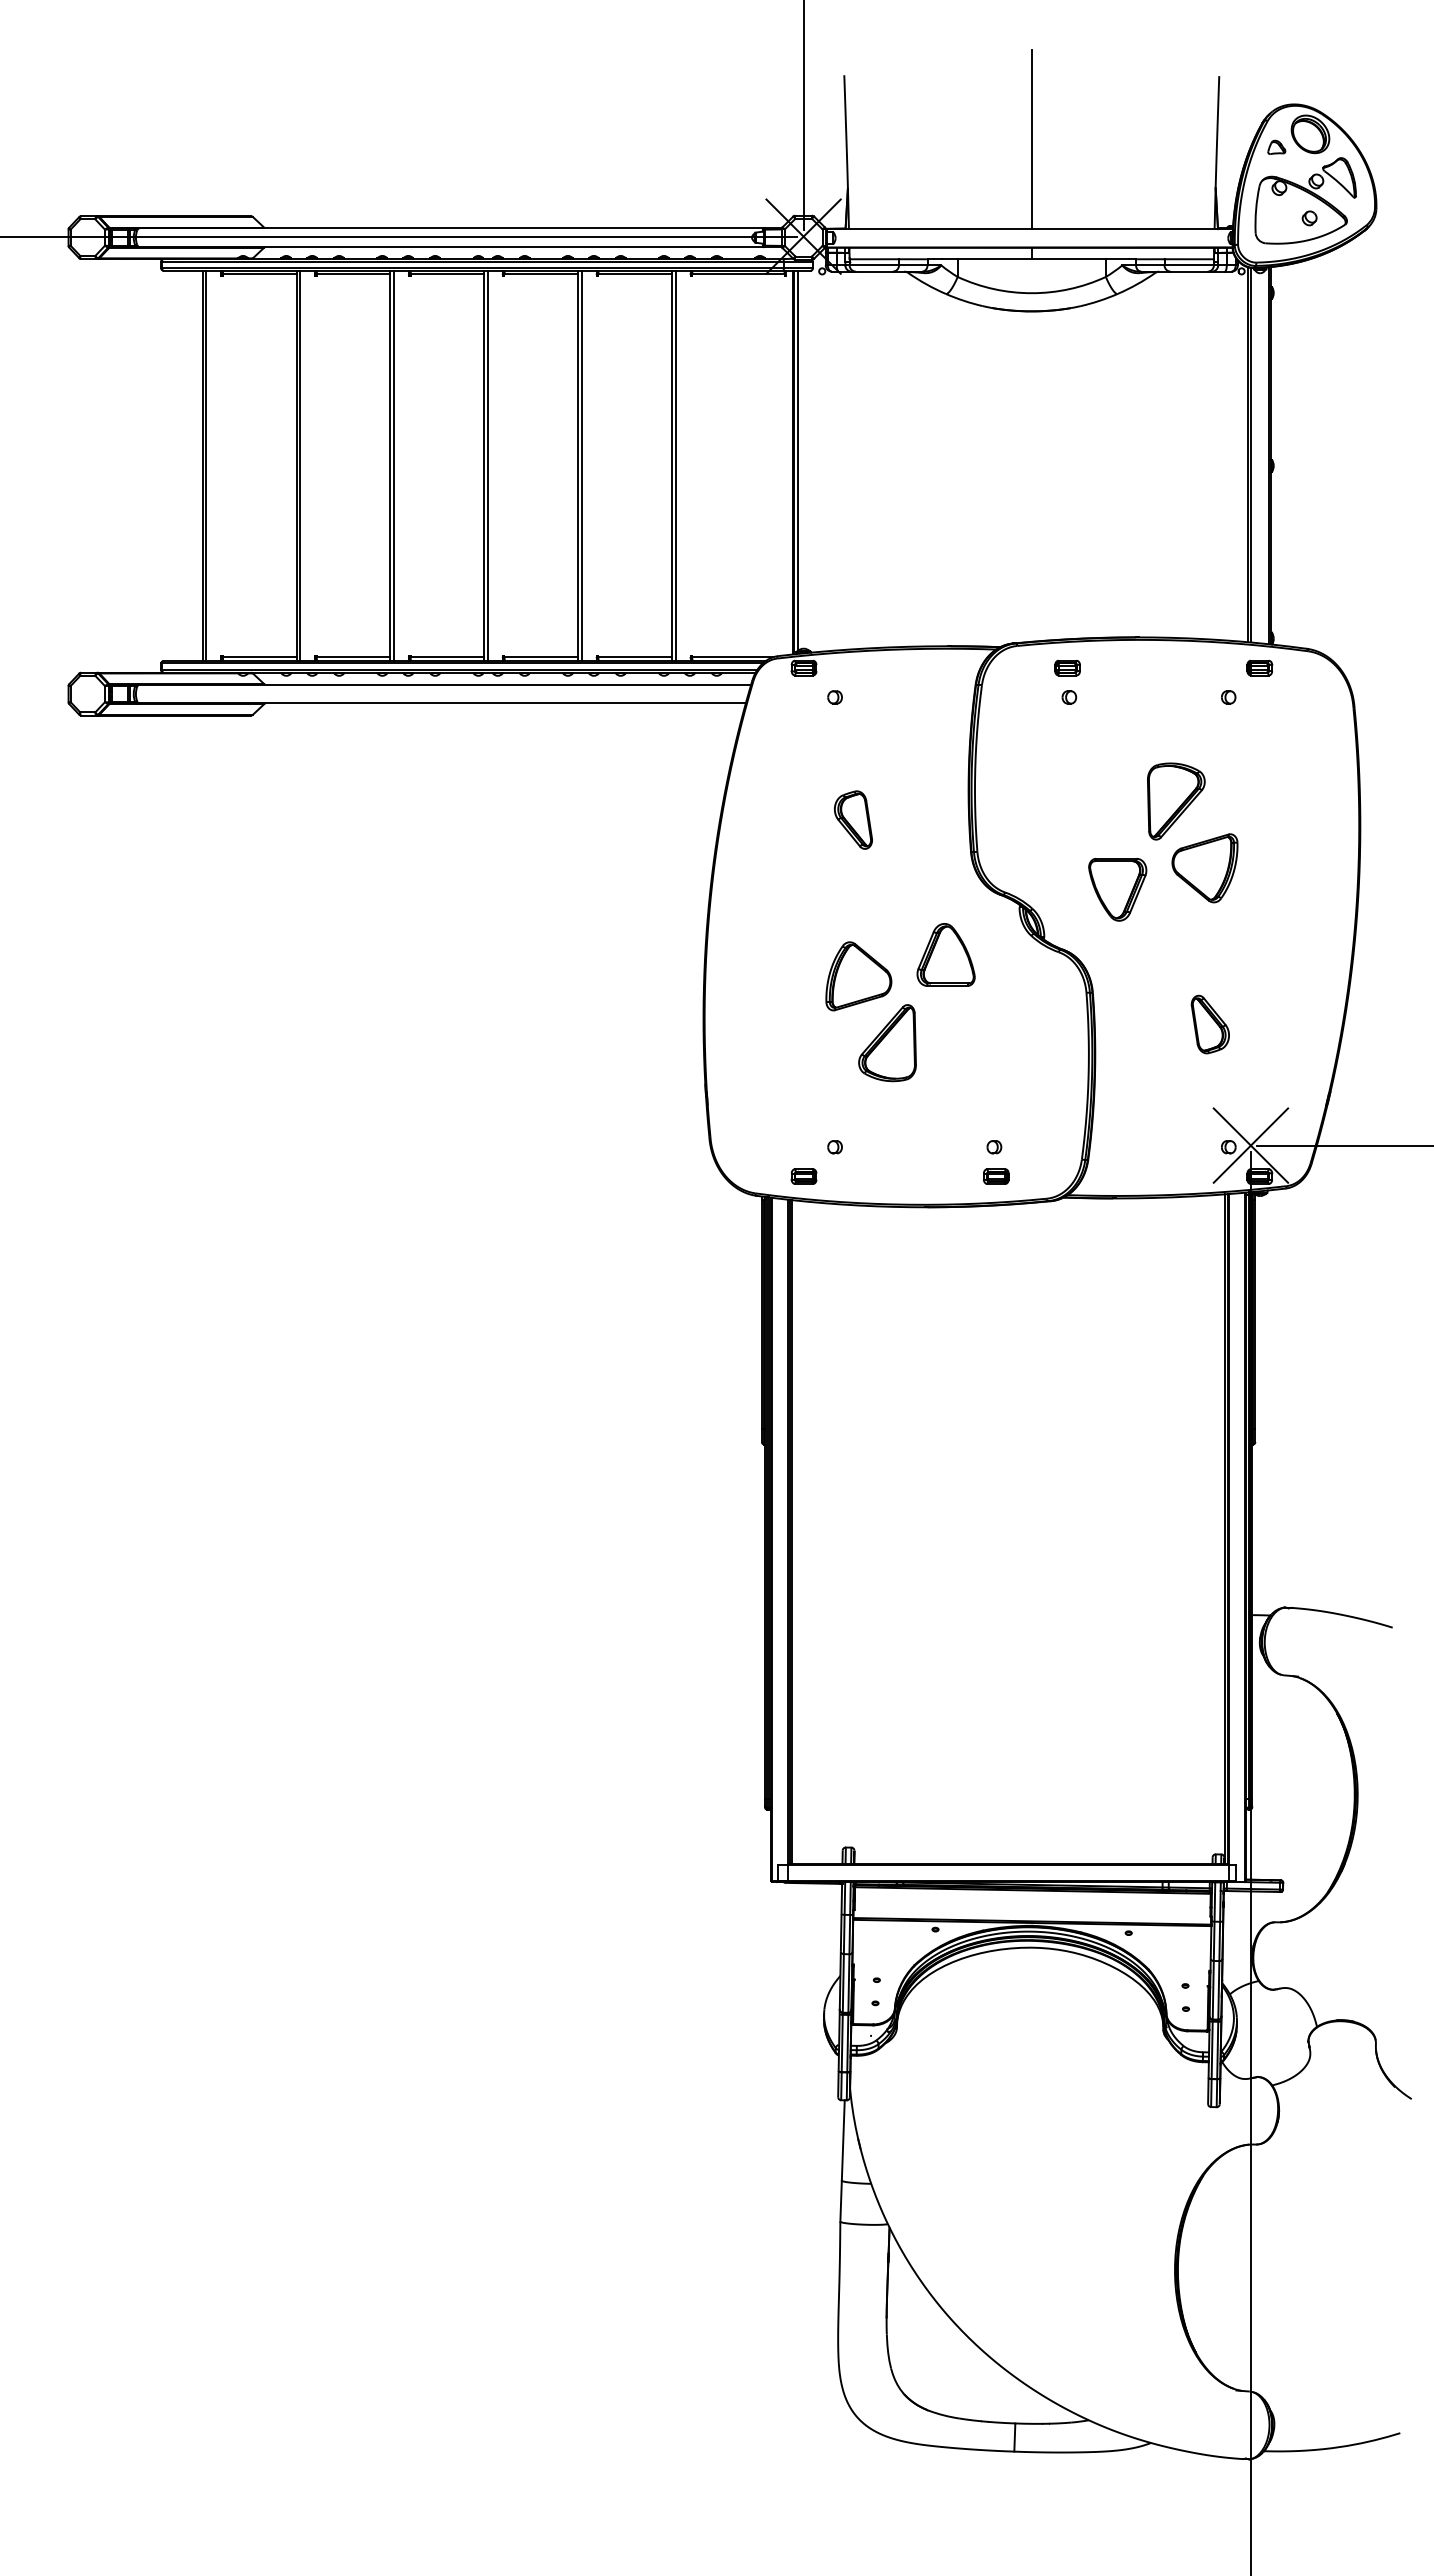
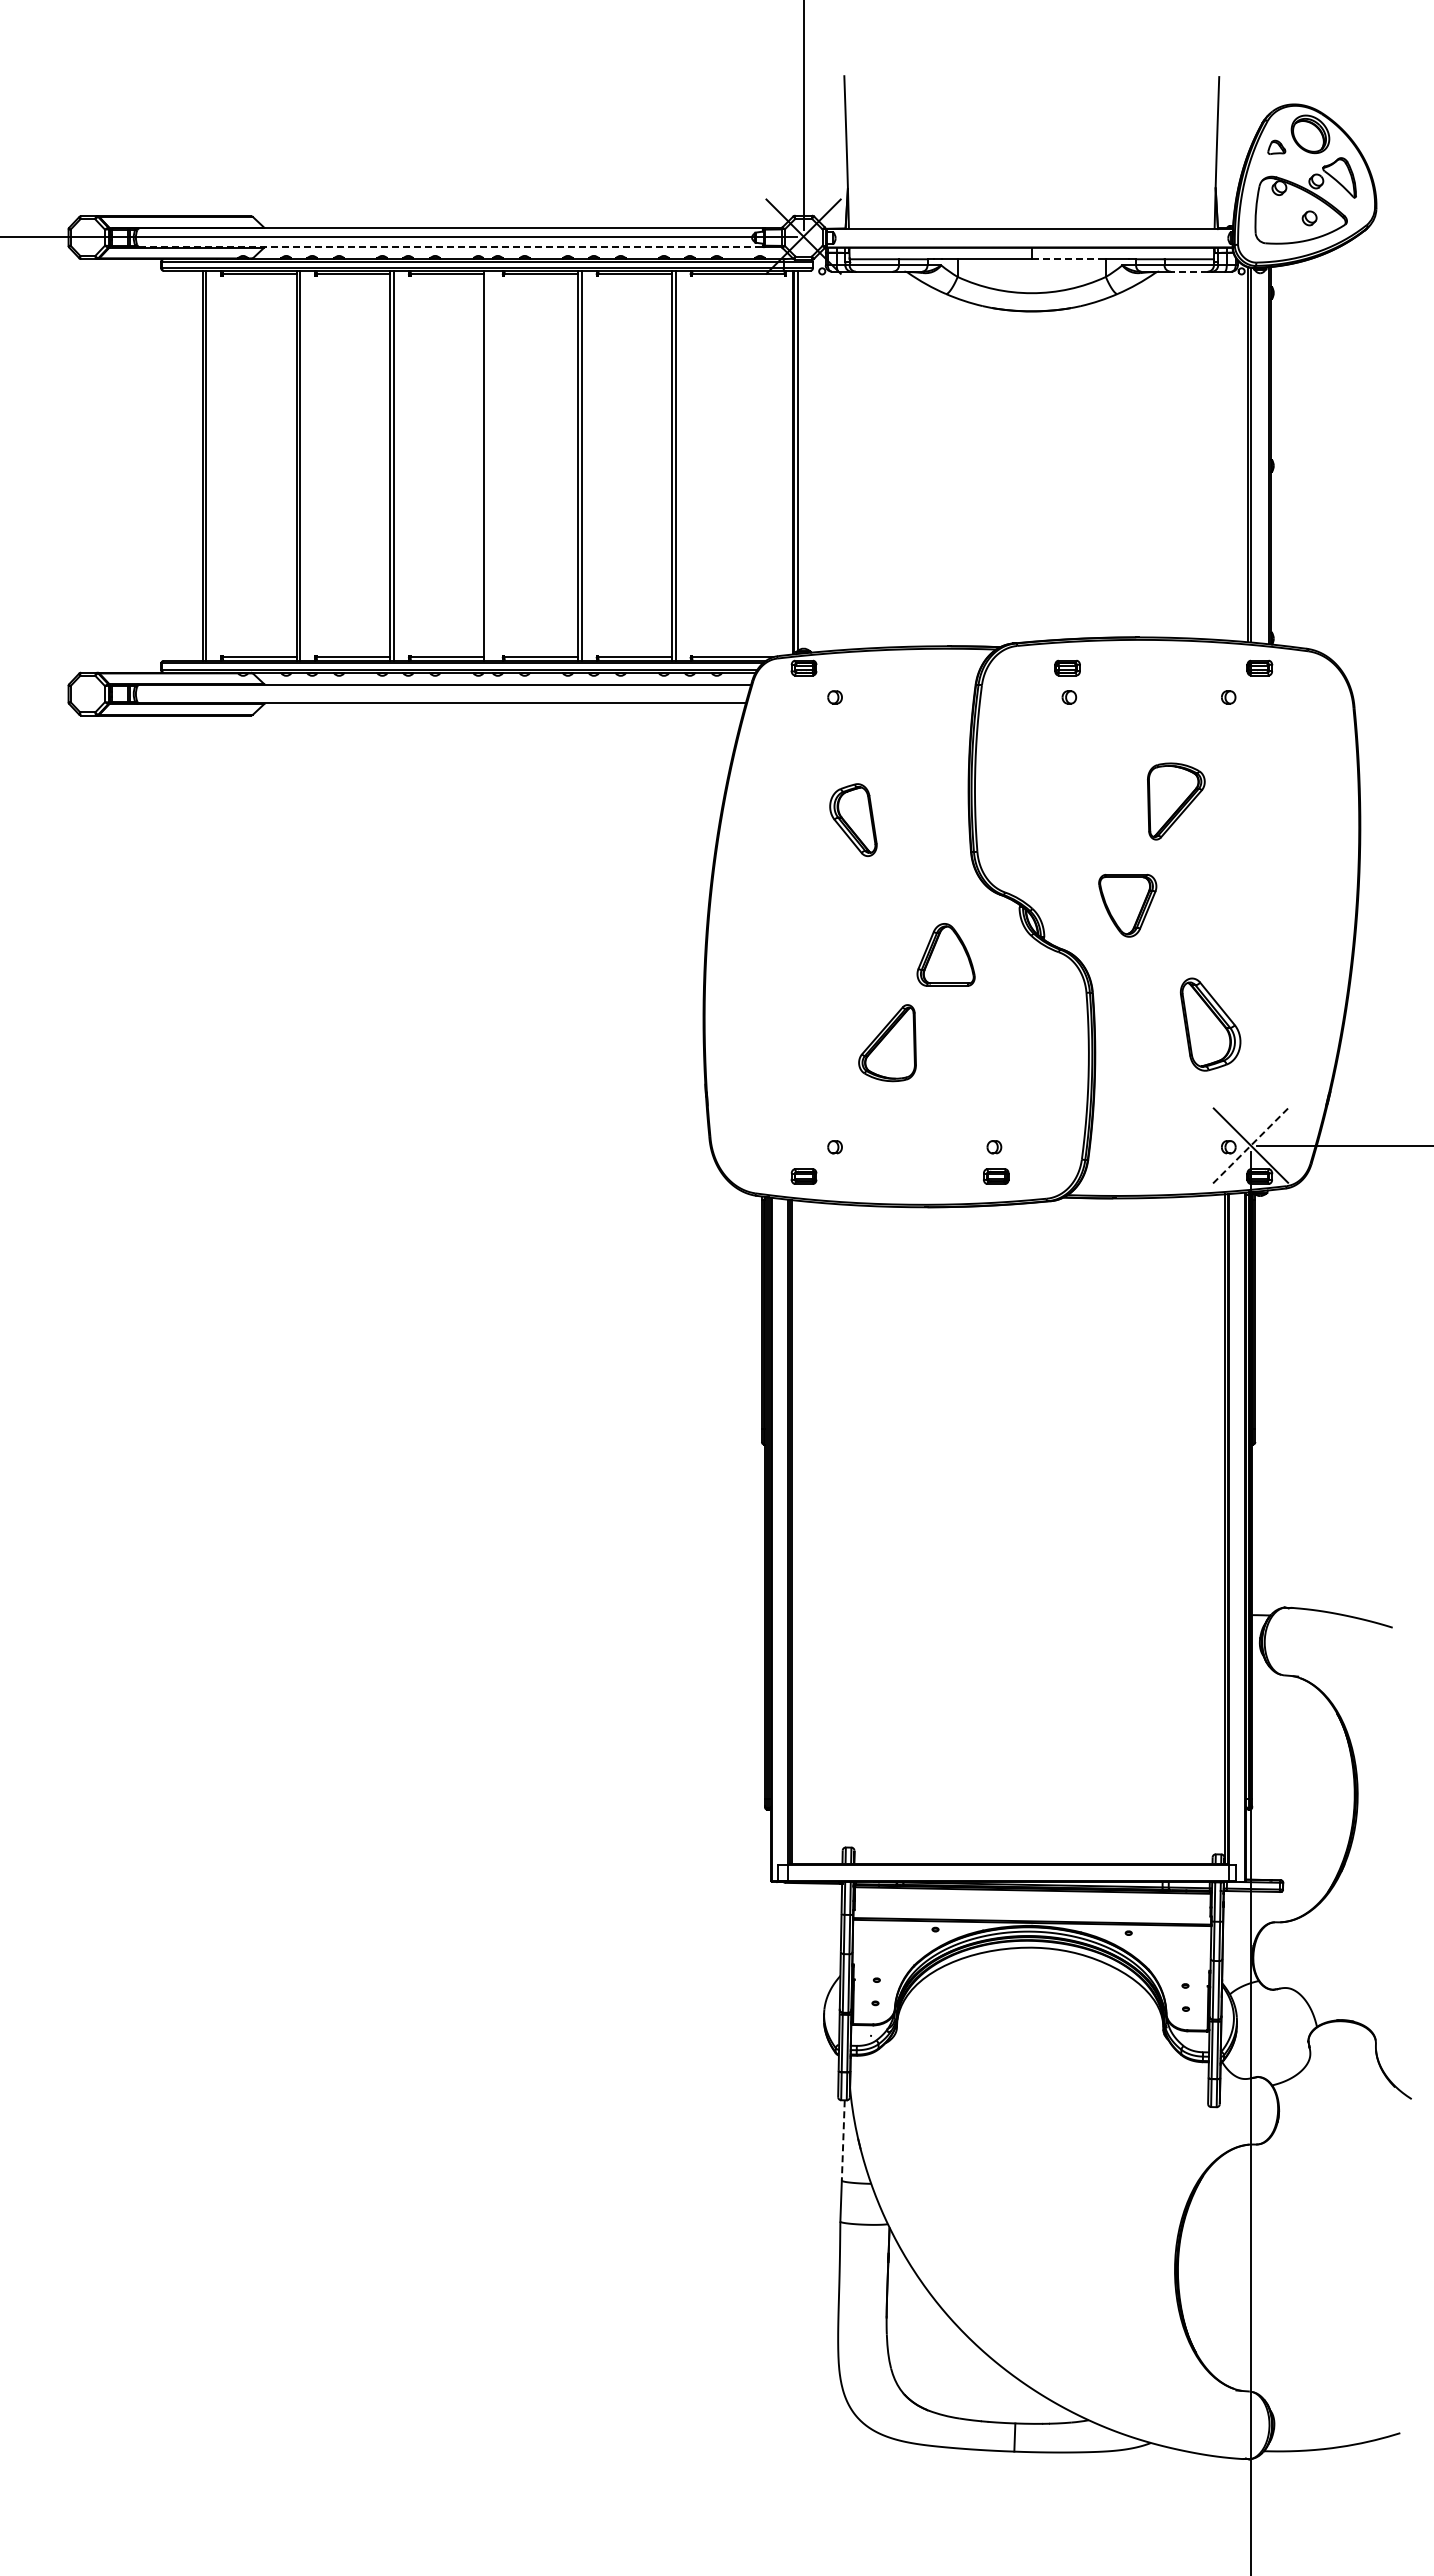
line at (1031, 139): present -> none
line at (450, 246): solid -> dashed
line at (1069, 259): solid -> dashed
line at (1189, 271): solid -> dashed
line at (487, 465): present -> none
part at (853, 819) size: 39x60 px -> 49x74 px
part at (1204, 868): present -> none
part at (1117, 889) position: (1117, 889) -> (1127, 905)
part at (858, 976): present -> none
part at (1209, 1024) size: 40x61 px -> 63x95 px
line at (1250, 1145): solid -> dashed
line at (843, 2140): solid -> dashed
